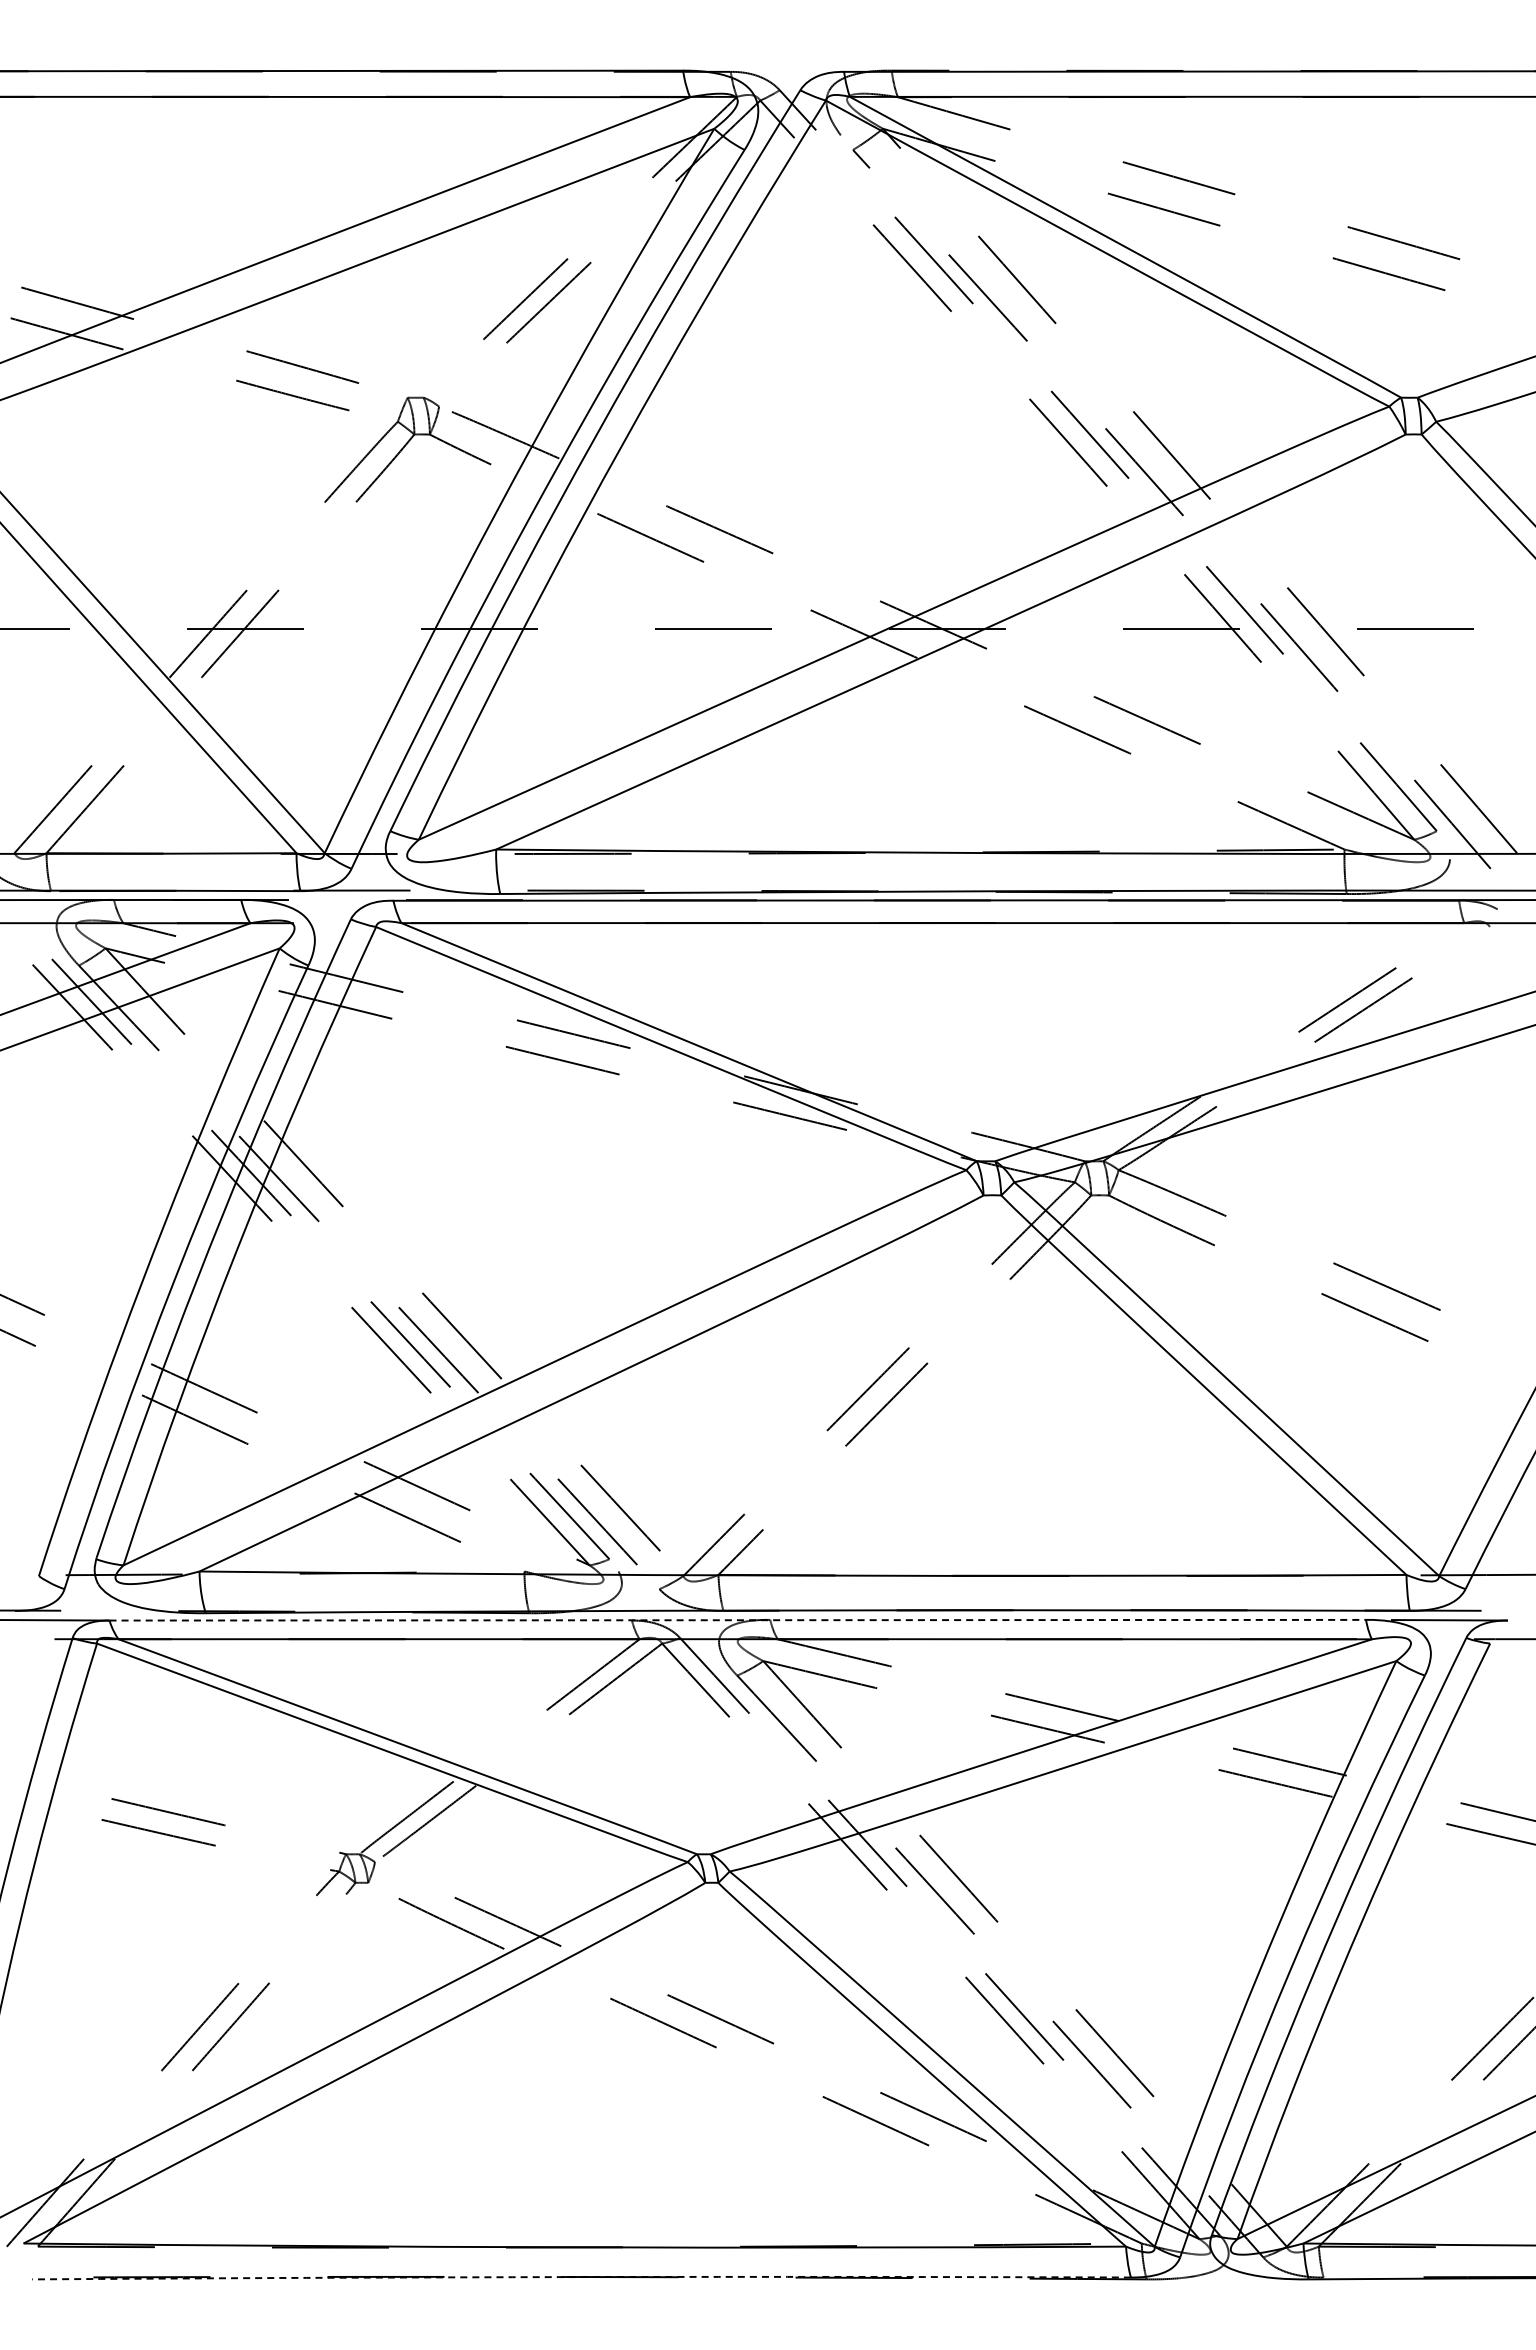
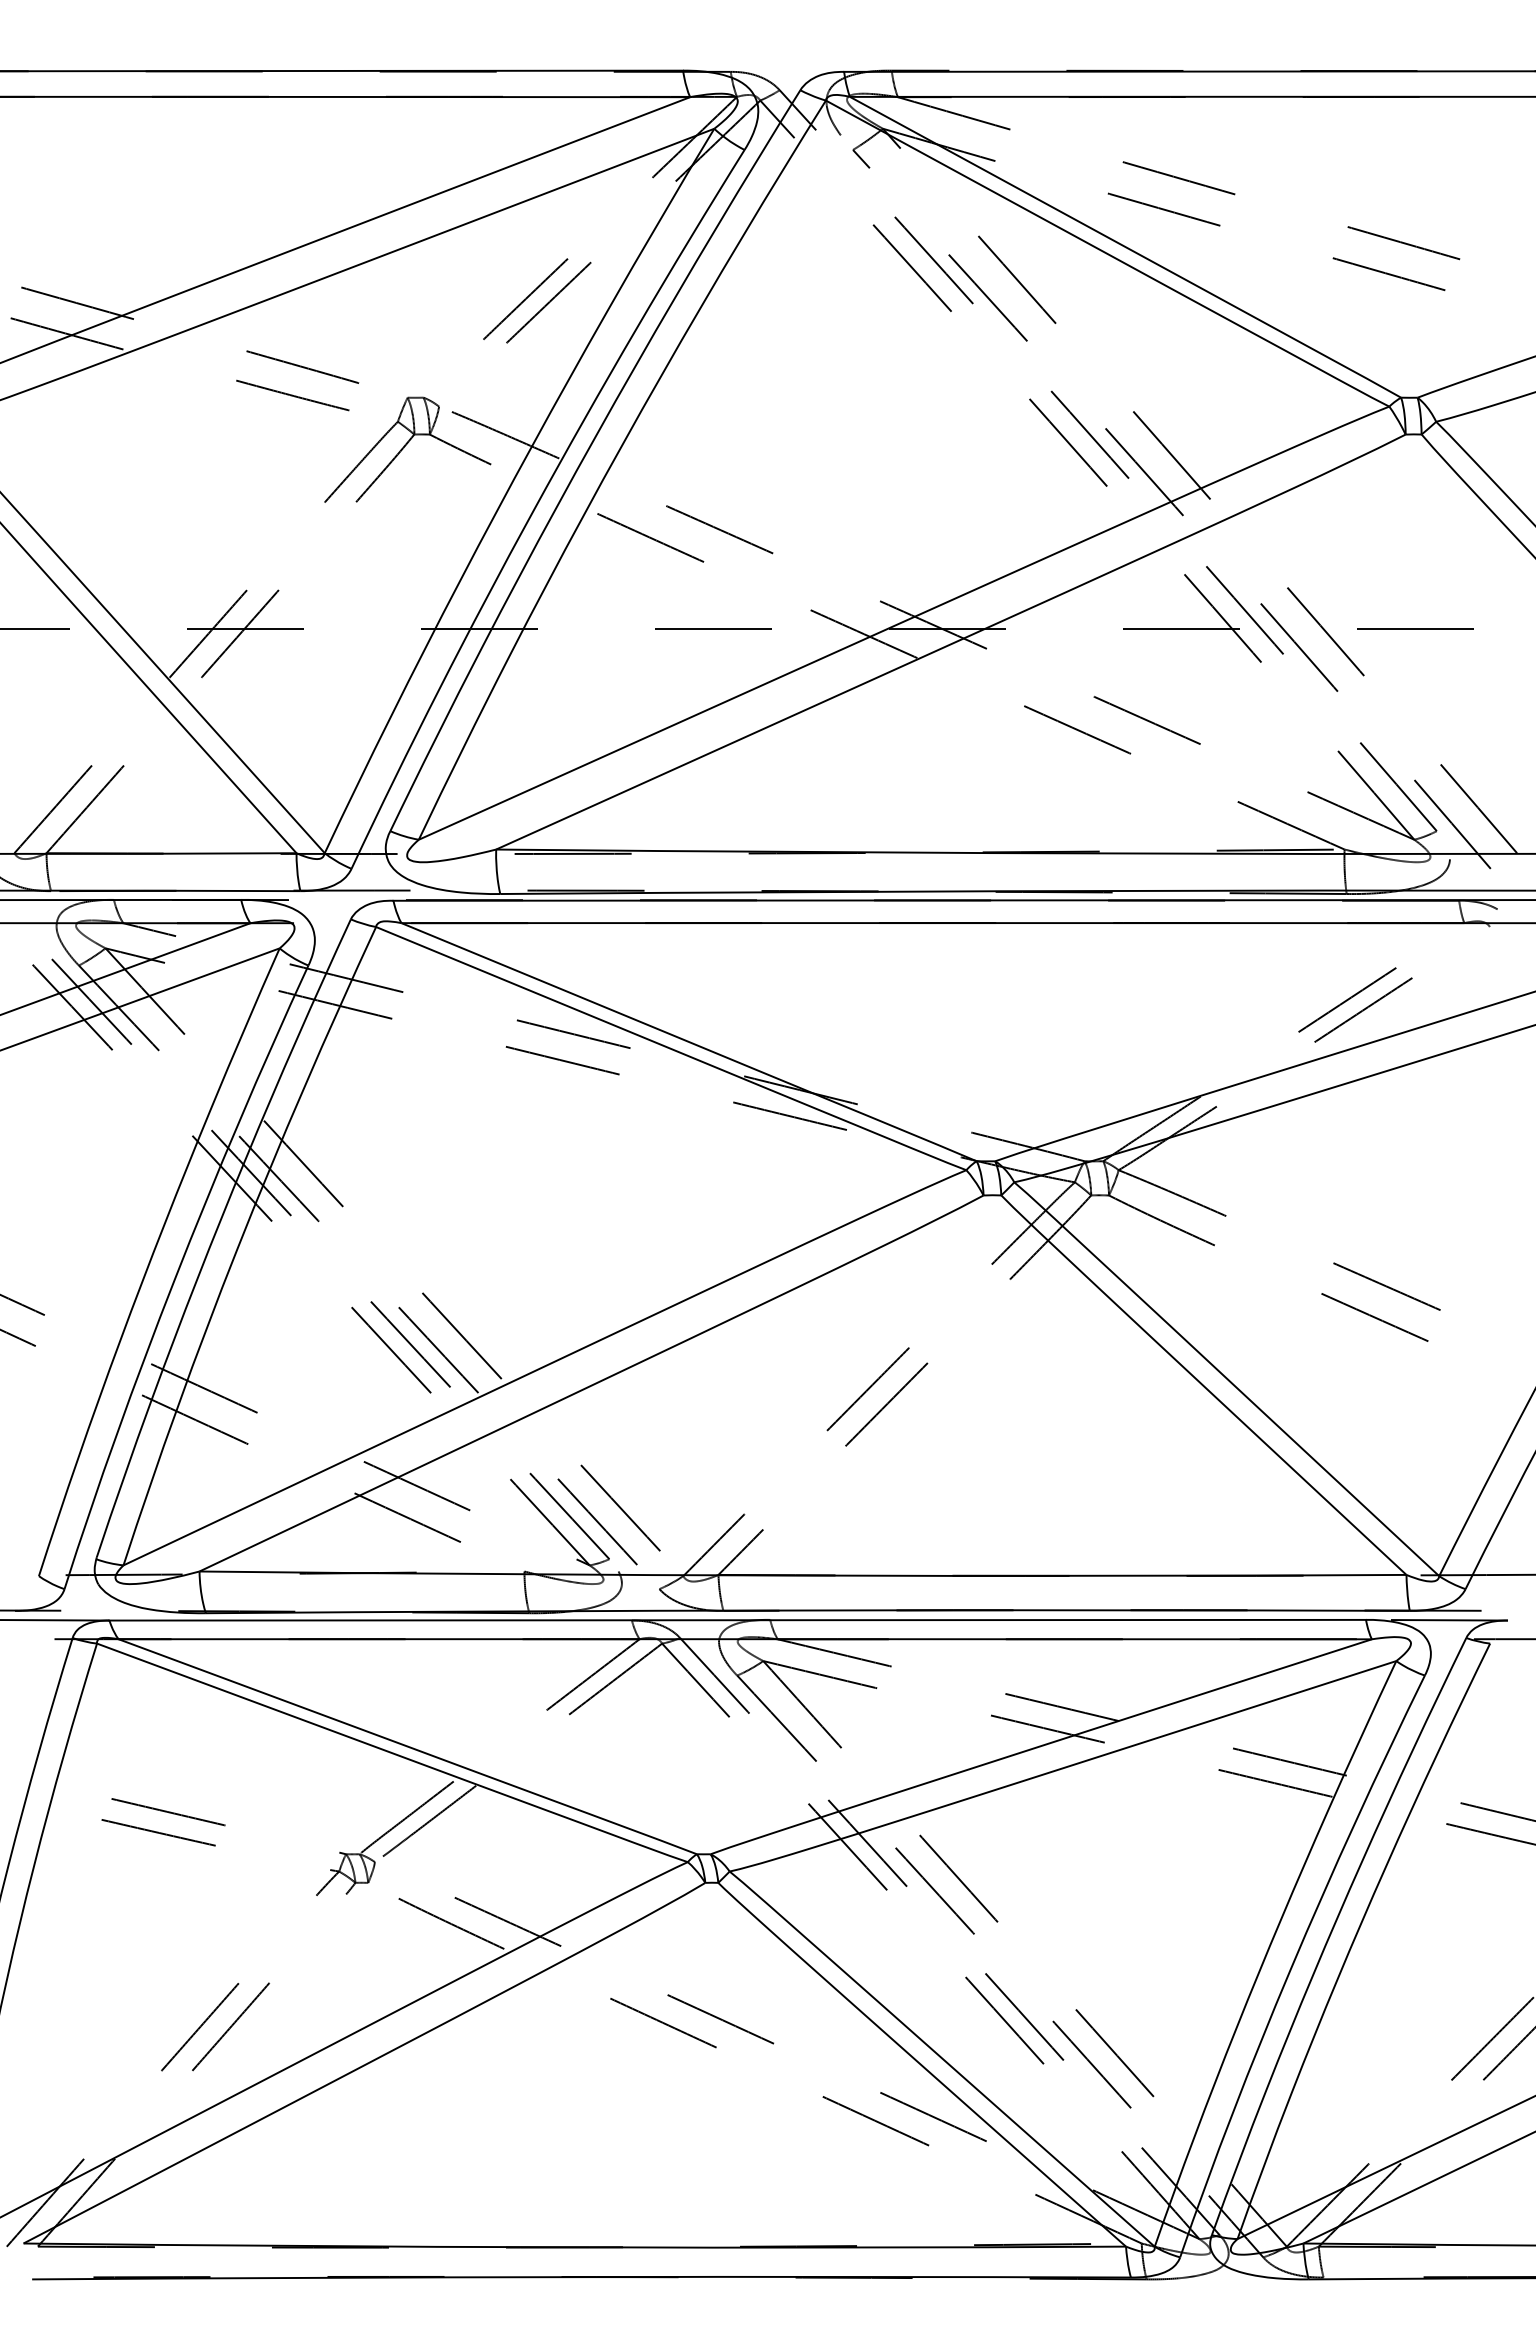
line at (738, 1620): dashed -> solid
arc at (581, 2277): dashed -> solid
